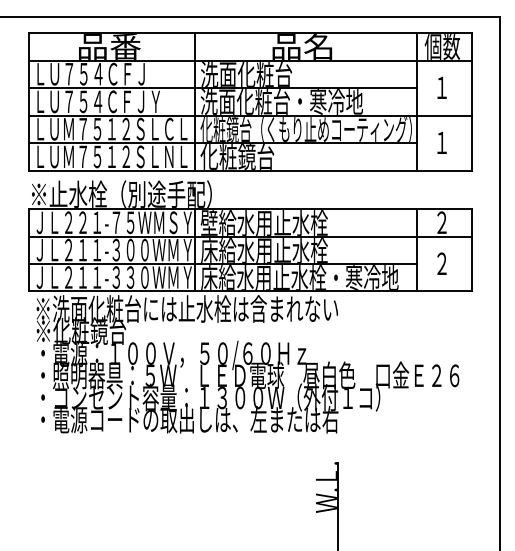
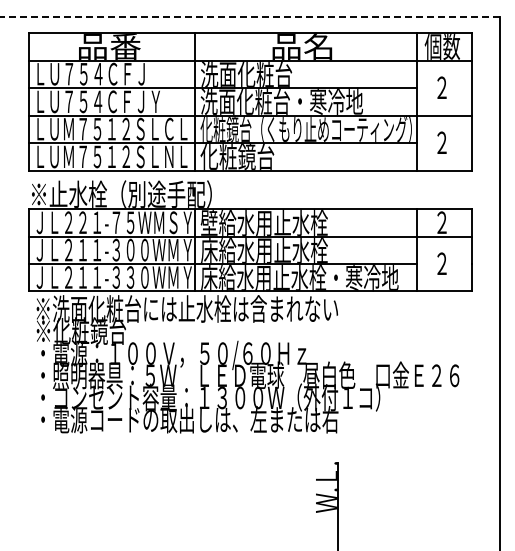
line at (250, 16): solid -> dashed
text at (441, 86): １ -> ２
text at (441, 141): １ -> ２
